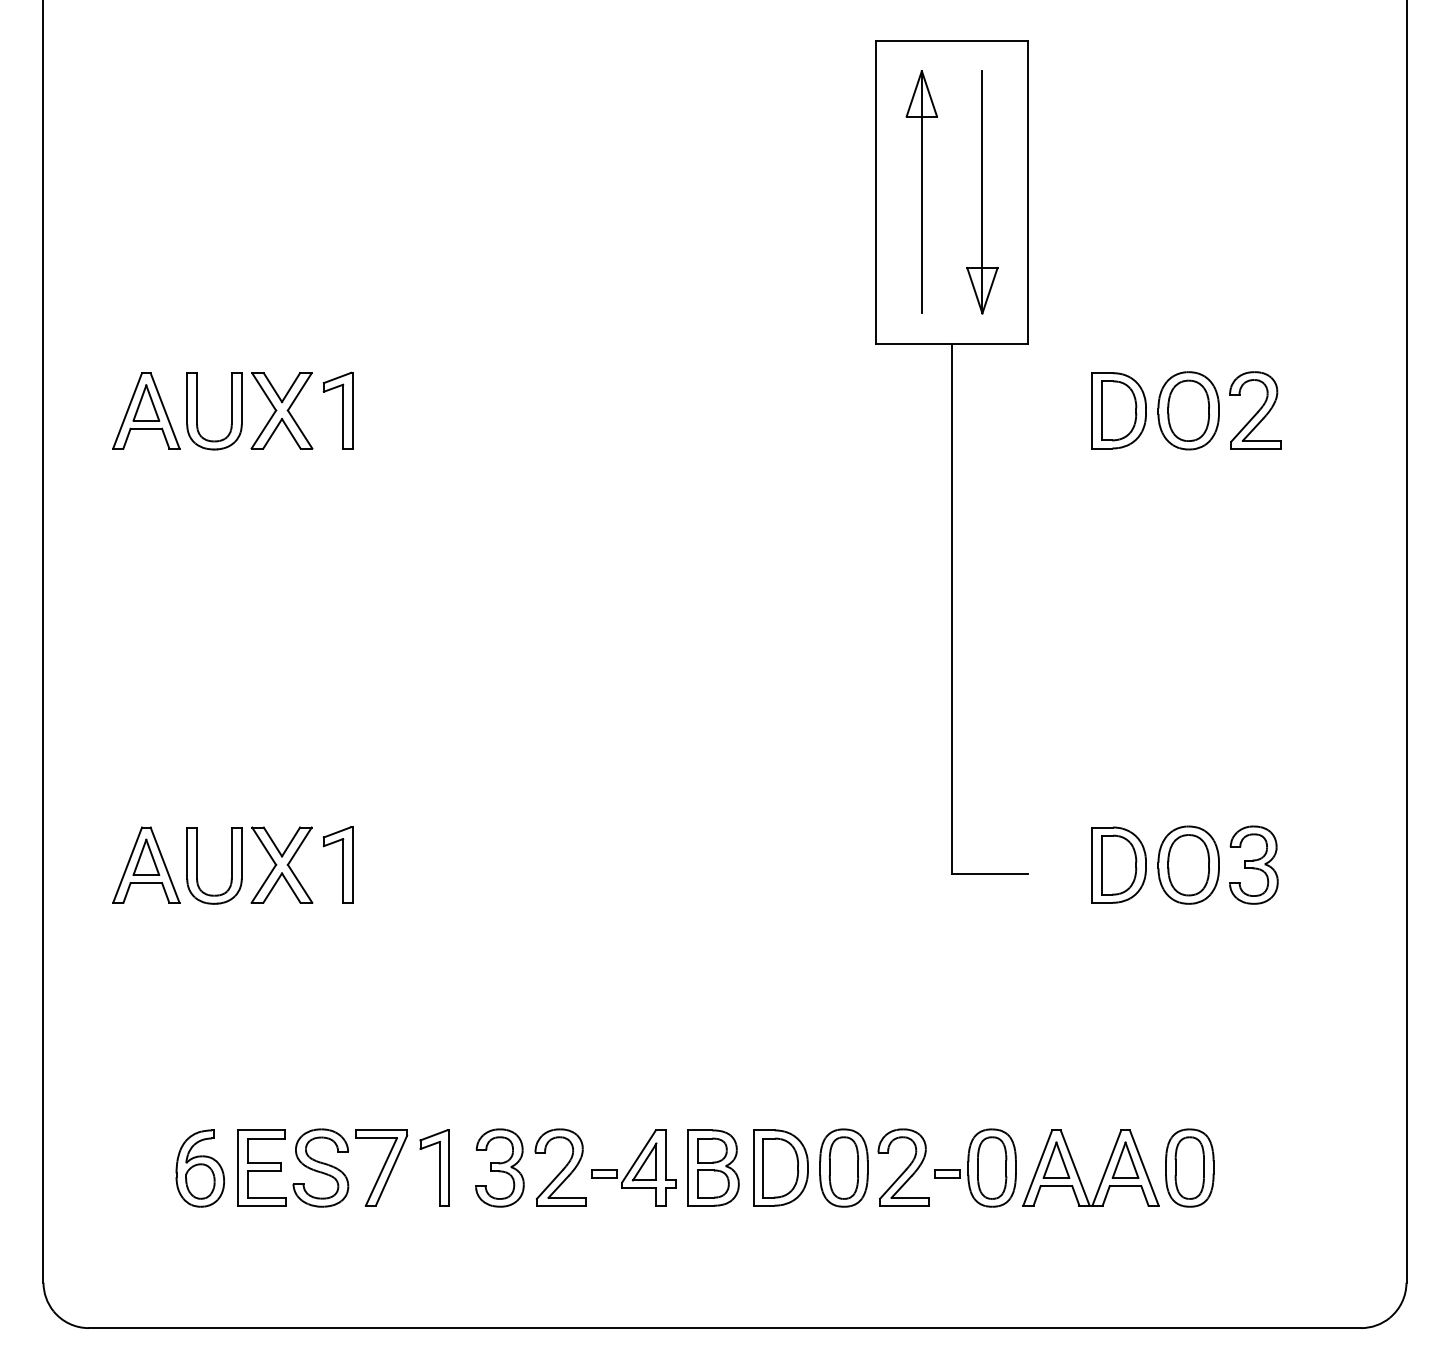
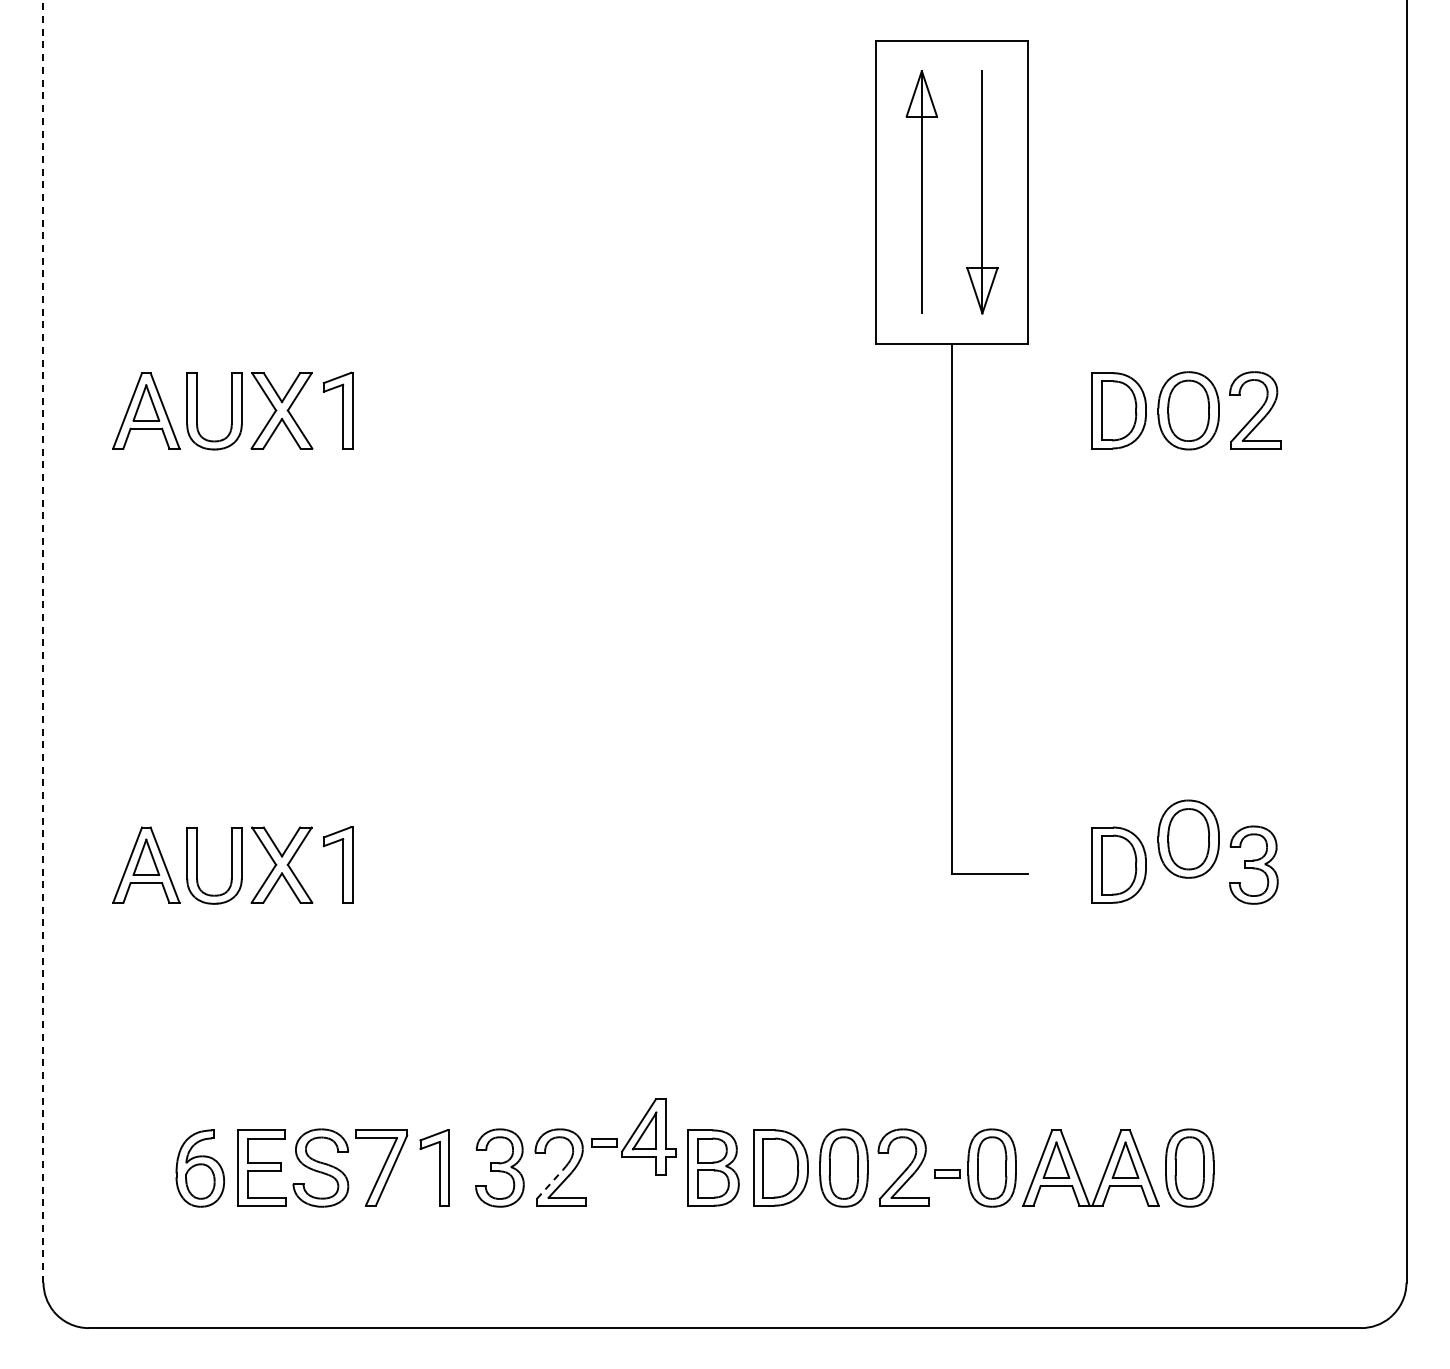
line at (43, 641): solid -> dashed
part at (1188, 864) position: (1188, 864) -> (1188, 838)
part at (633, 1167) position: (633, 1167) -> (633, 1136)
line at (550, 1184): solid -> dashed
